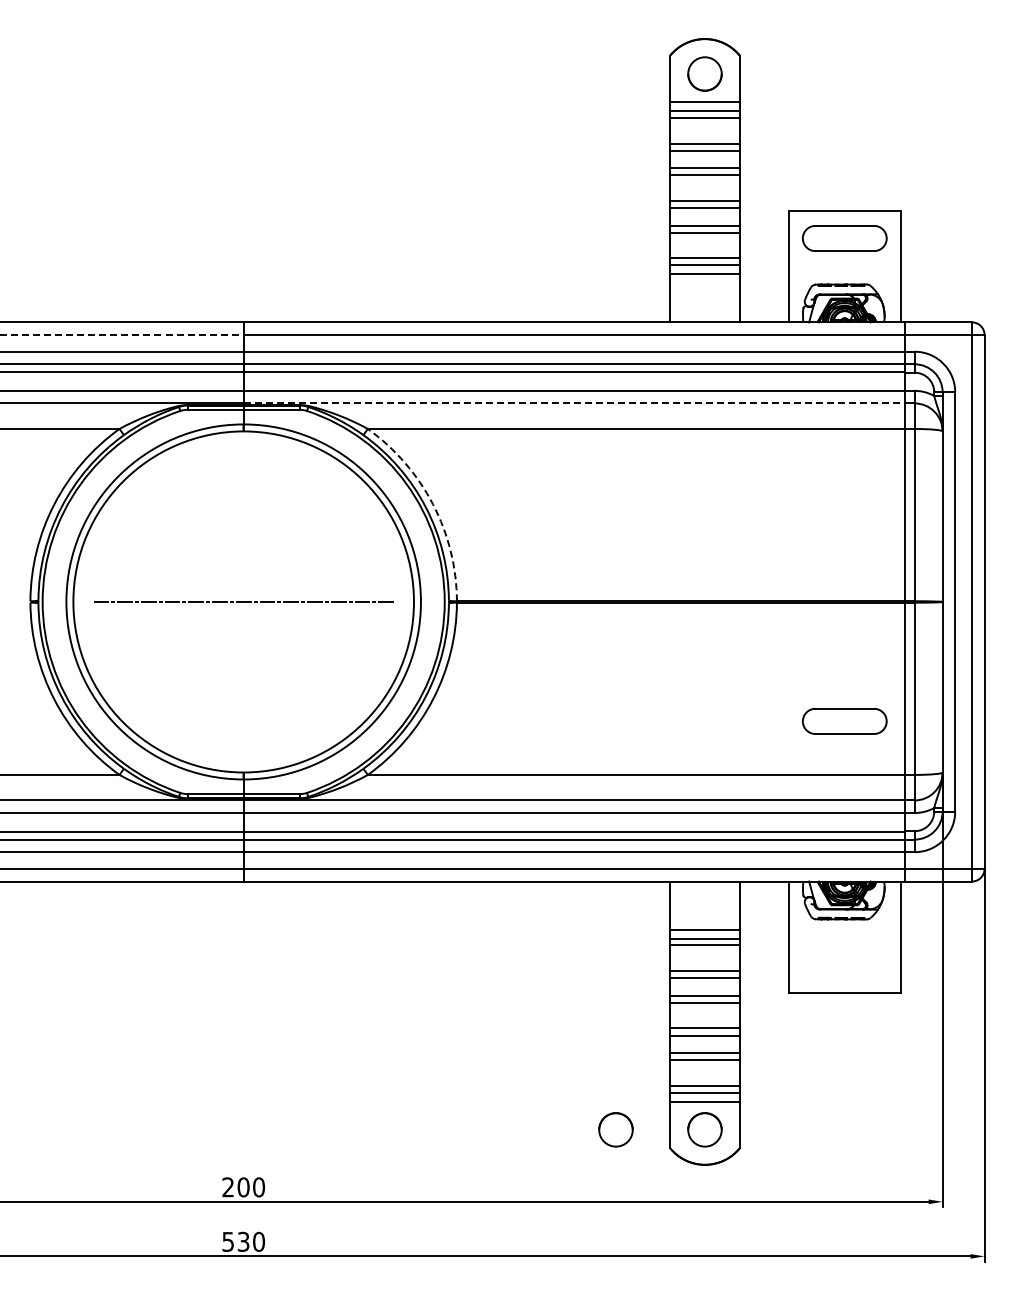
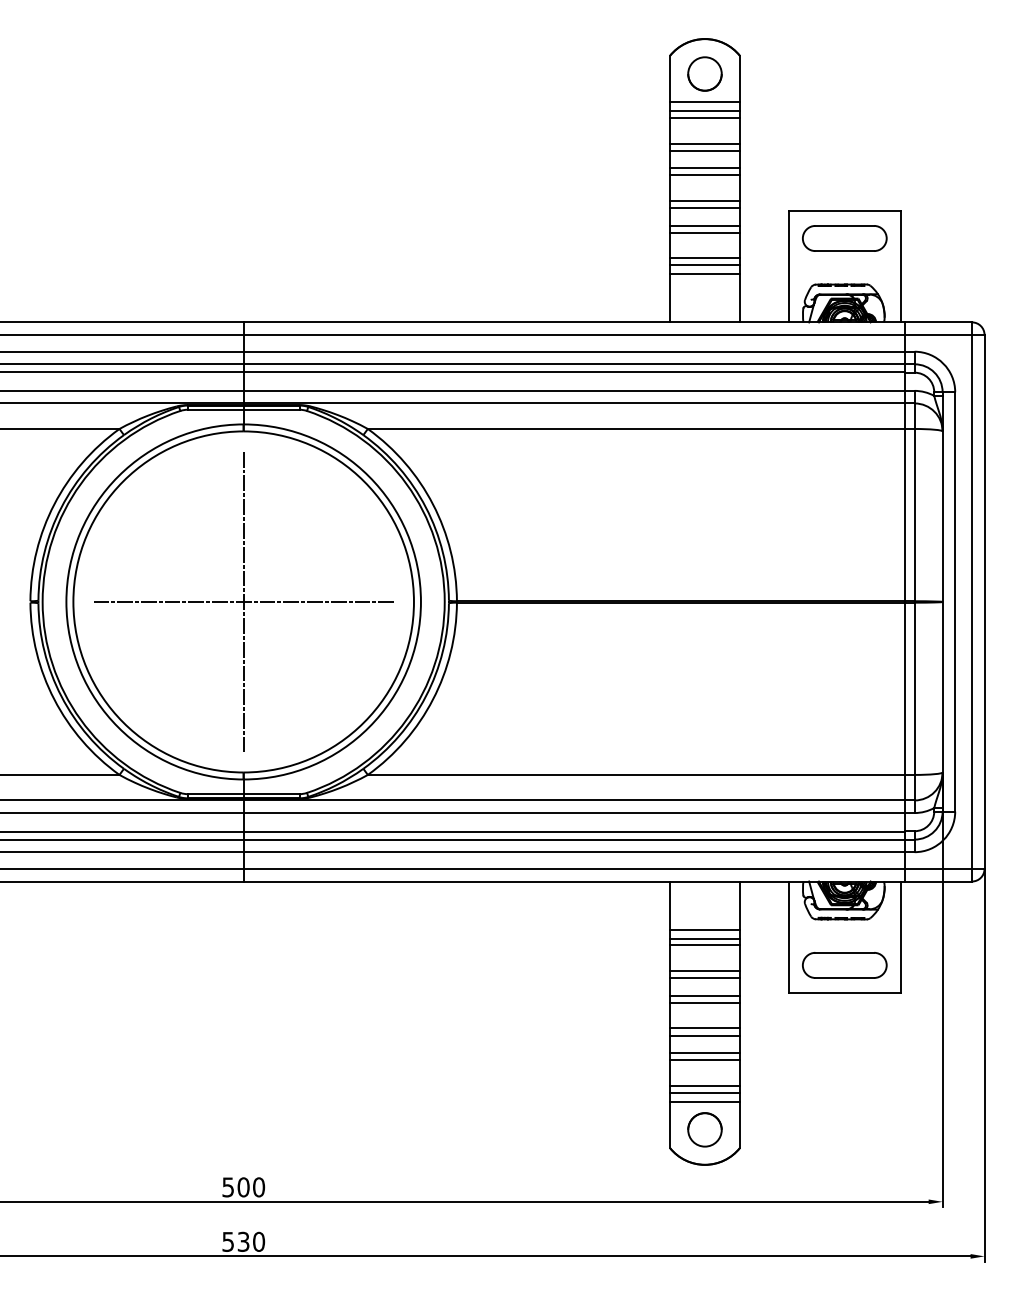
line at (122, 335): dashed -> solid
line at (574, 403): dashed -> solid
arc at (433, 504): dashed -> solid
line at (243, 601): none -> present
part at (844, 721) position: (844, 721) -> (844, 965)
part at (615, 1129): present -> none
text at (227, 1187): 200 -> 500
